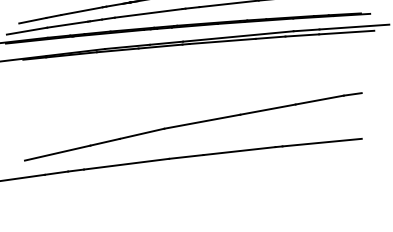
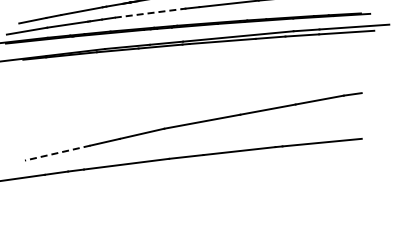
line at (149, 13): solid -> dashed
line at (57, 153): solid -> dashed
